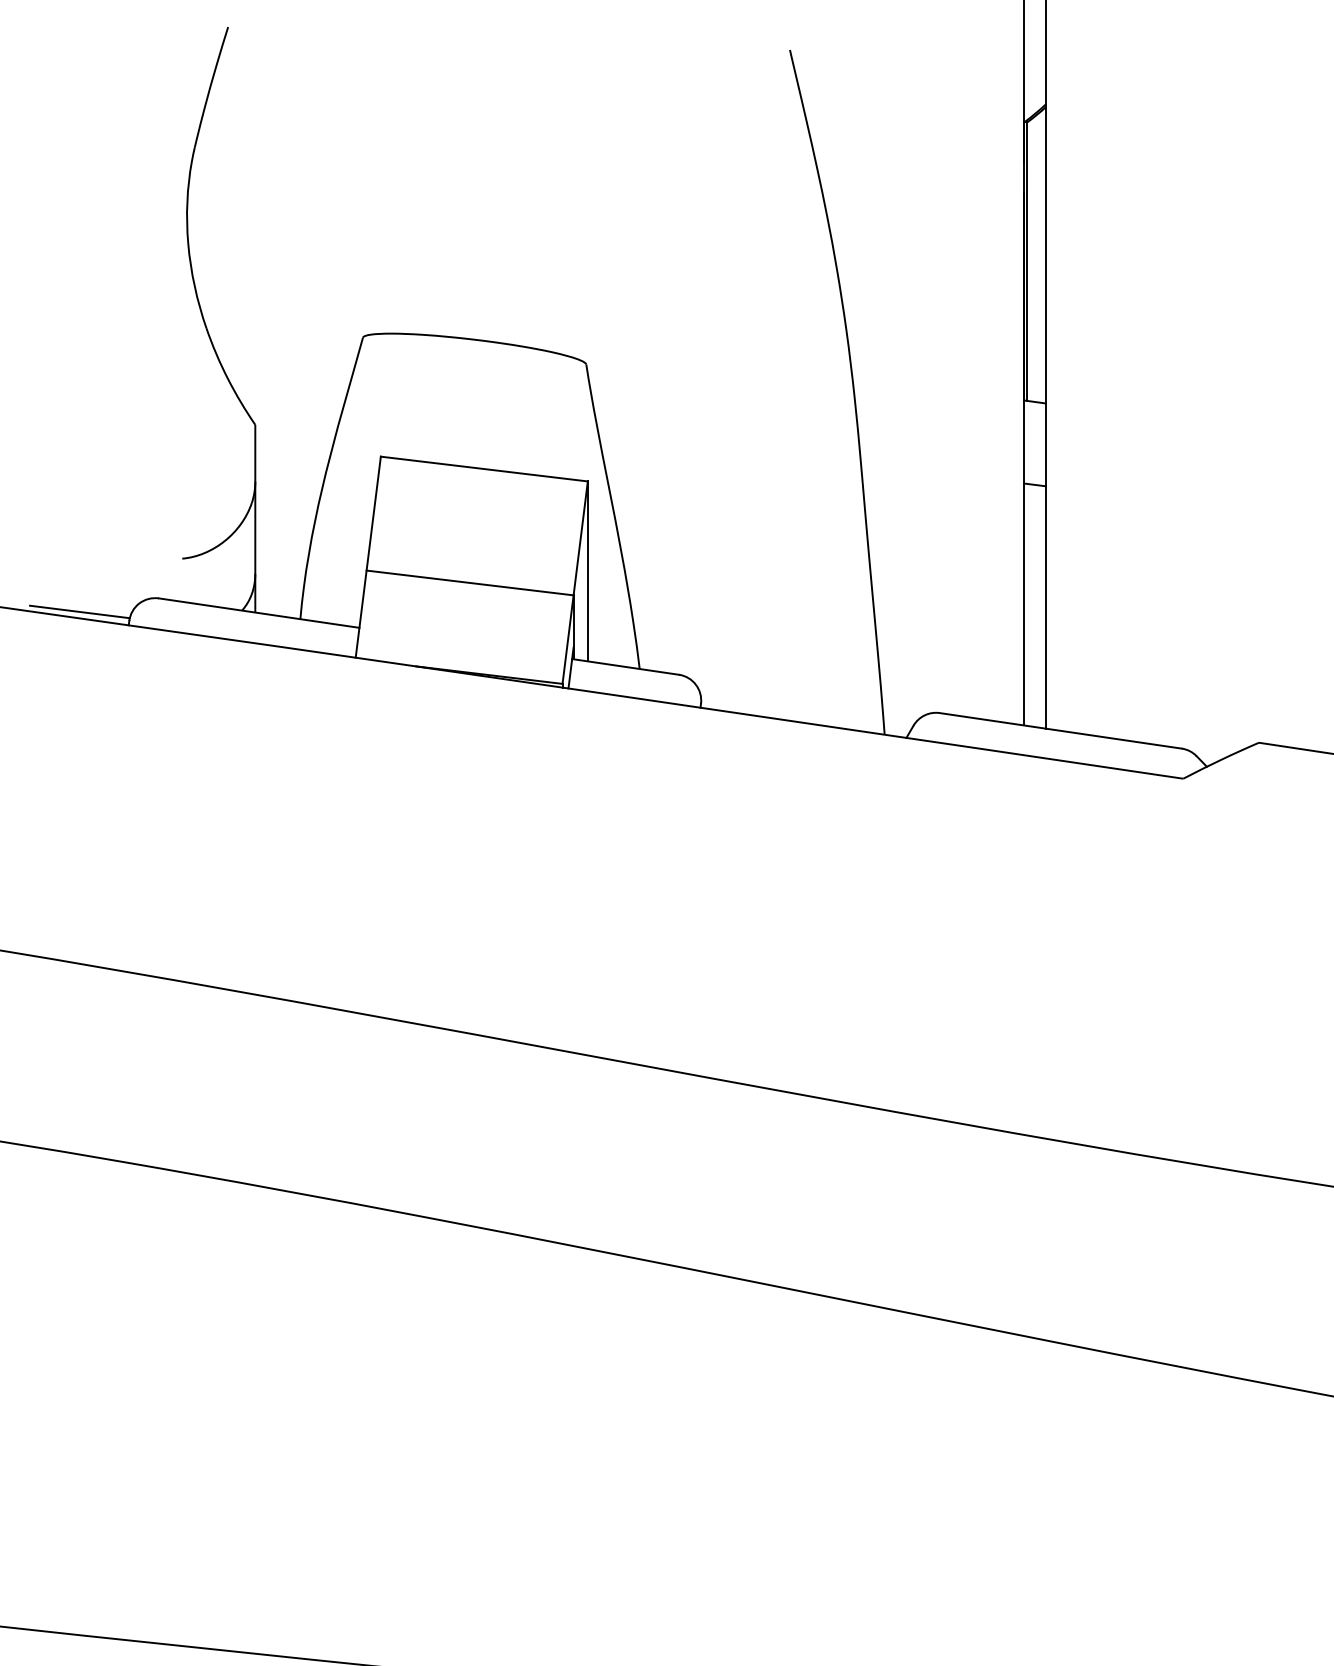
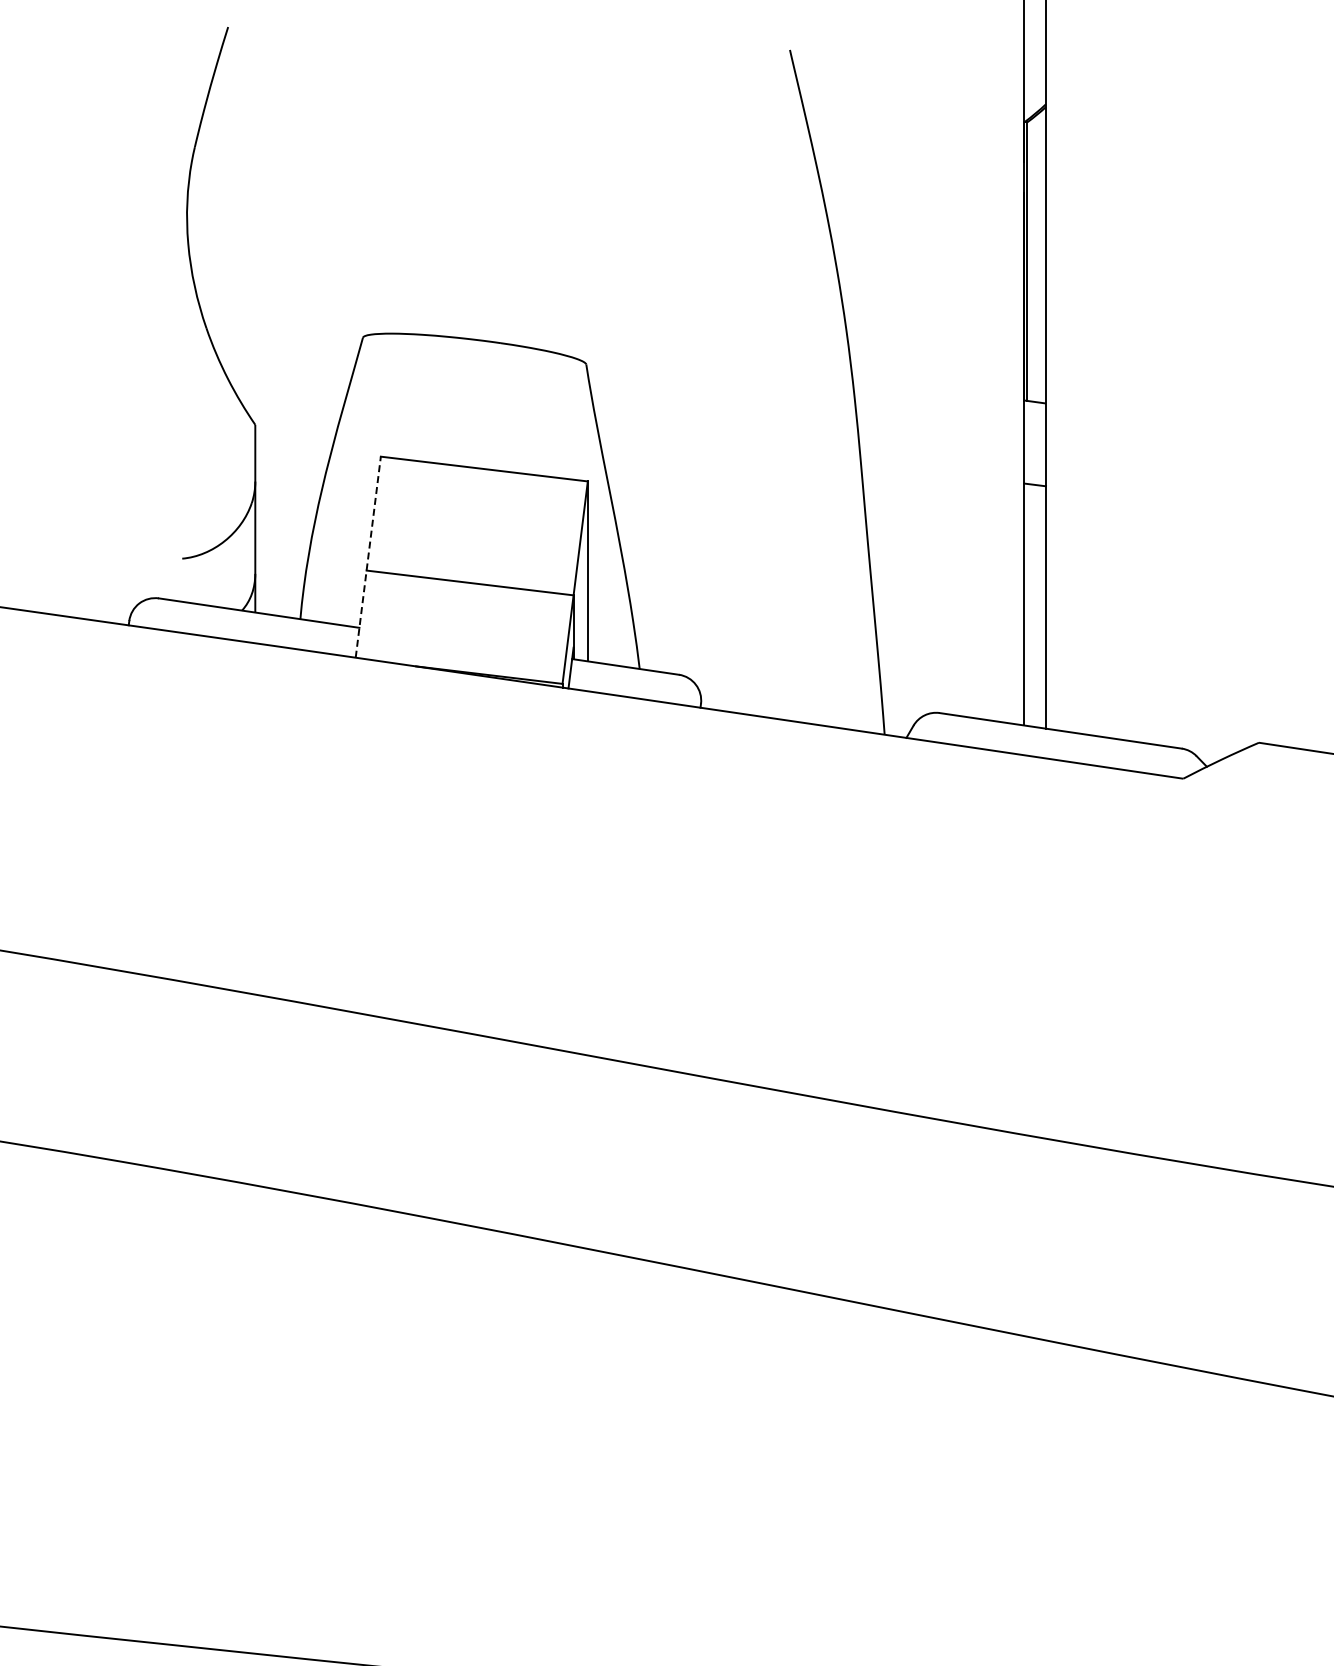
line at (368, 556): solid -> dashed
line at (79, 611): present -> none
